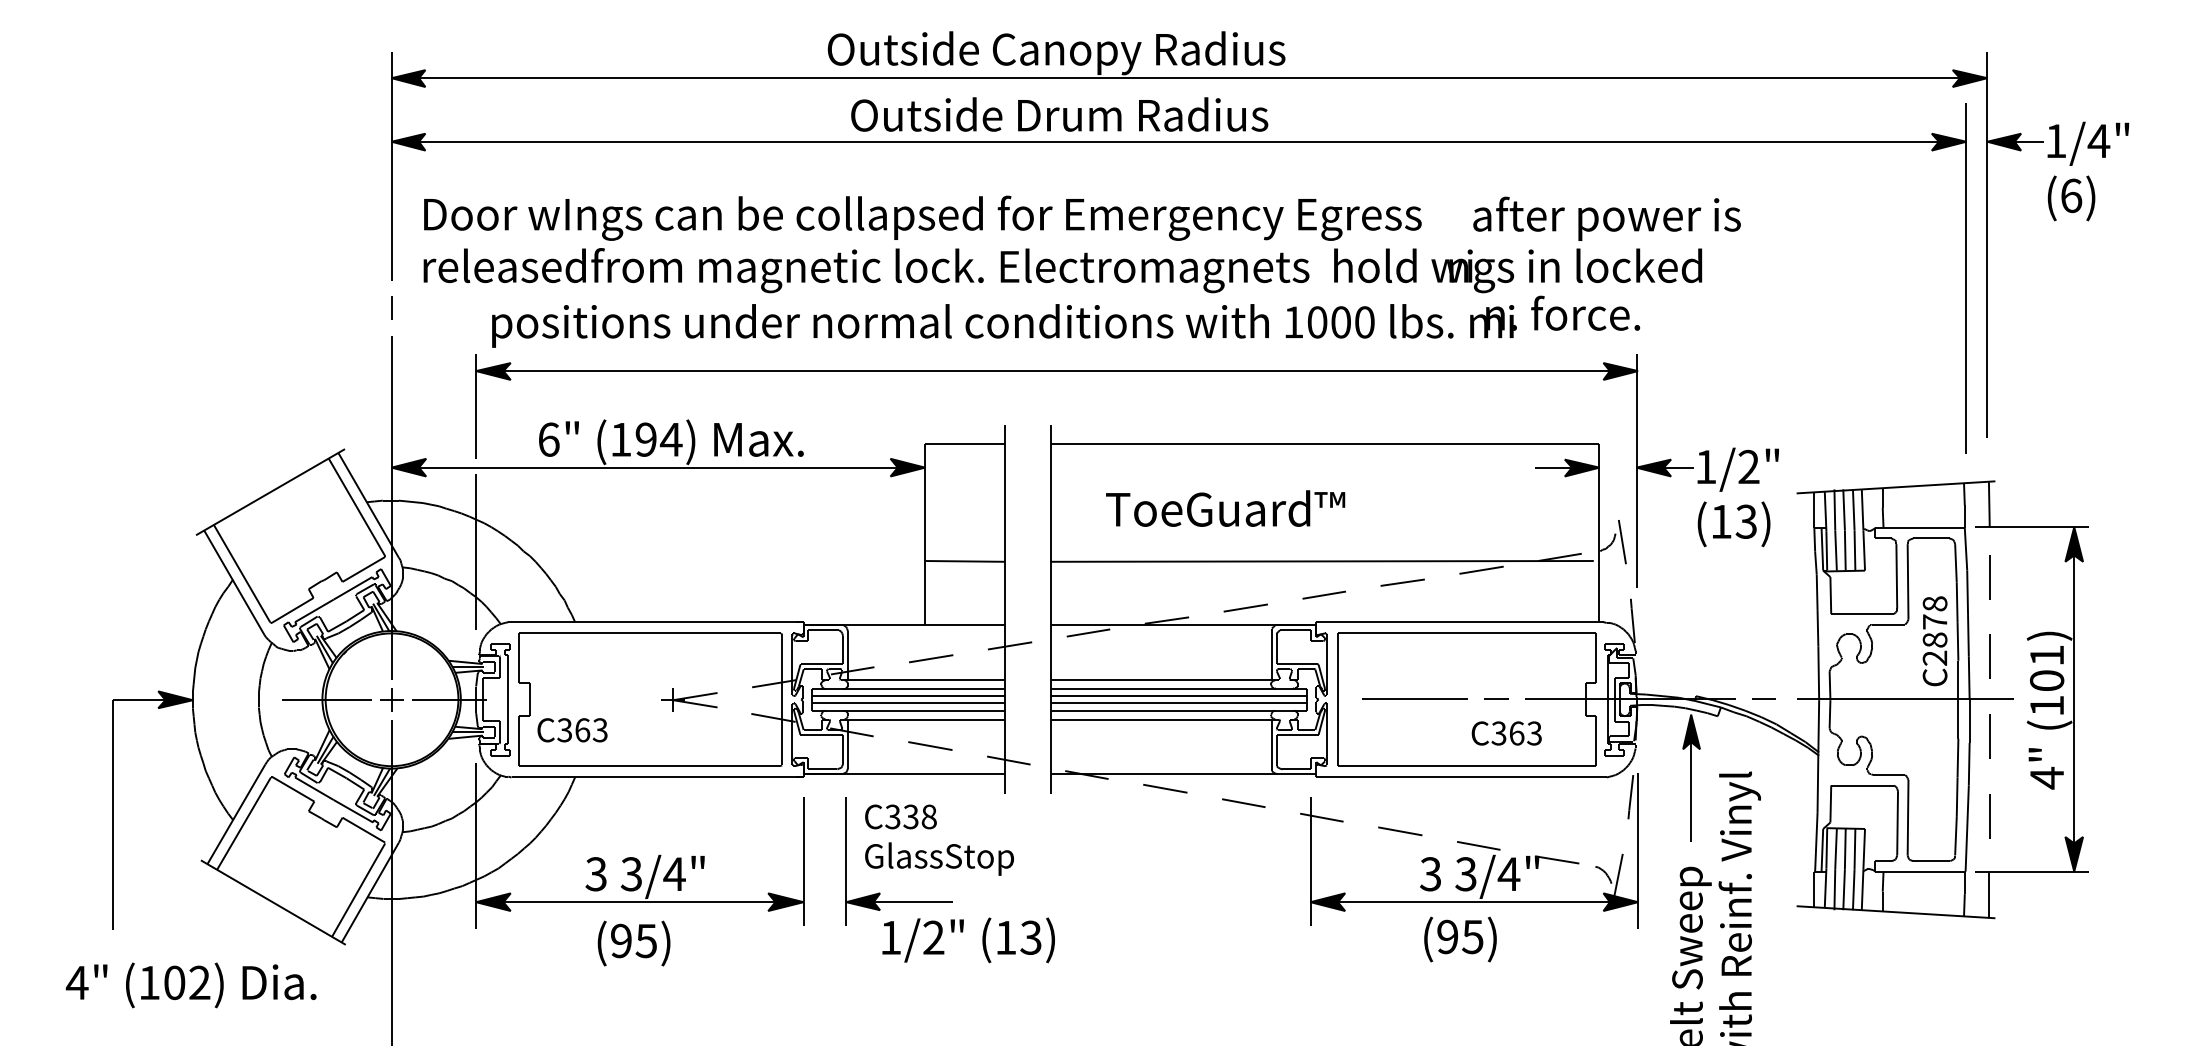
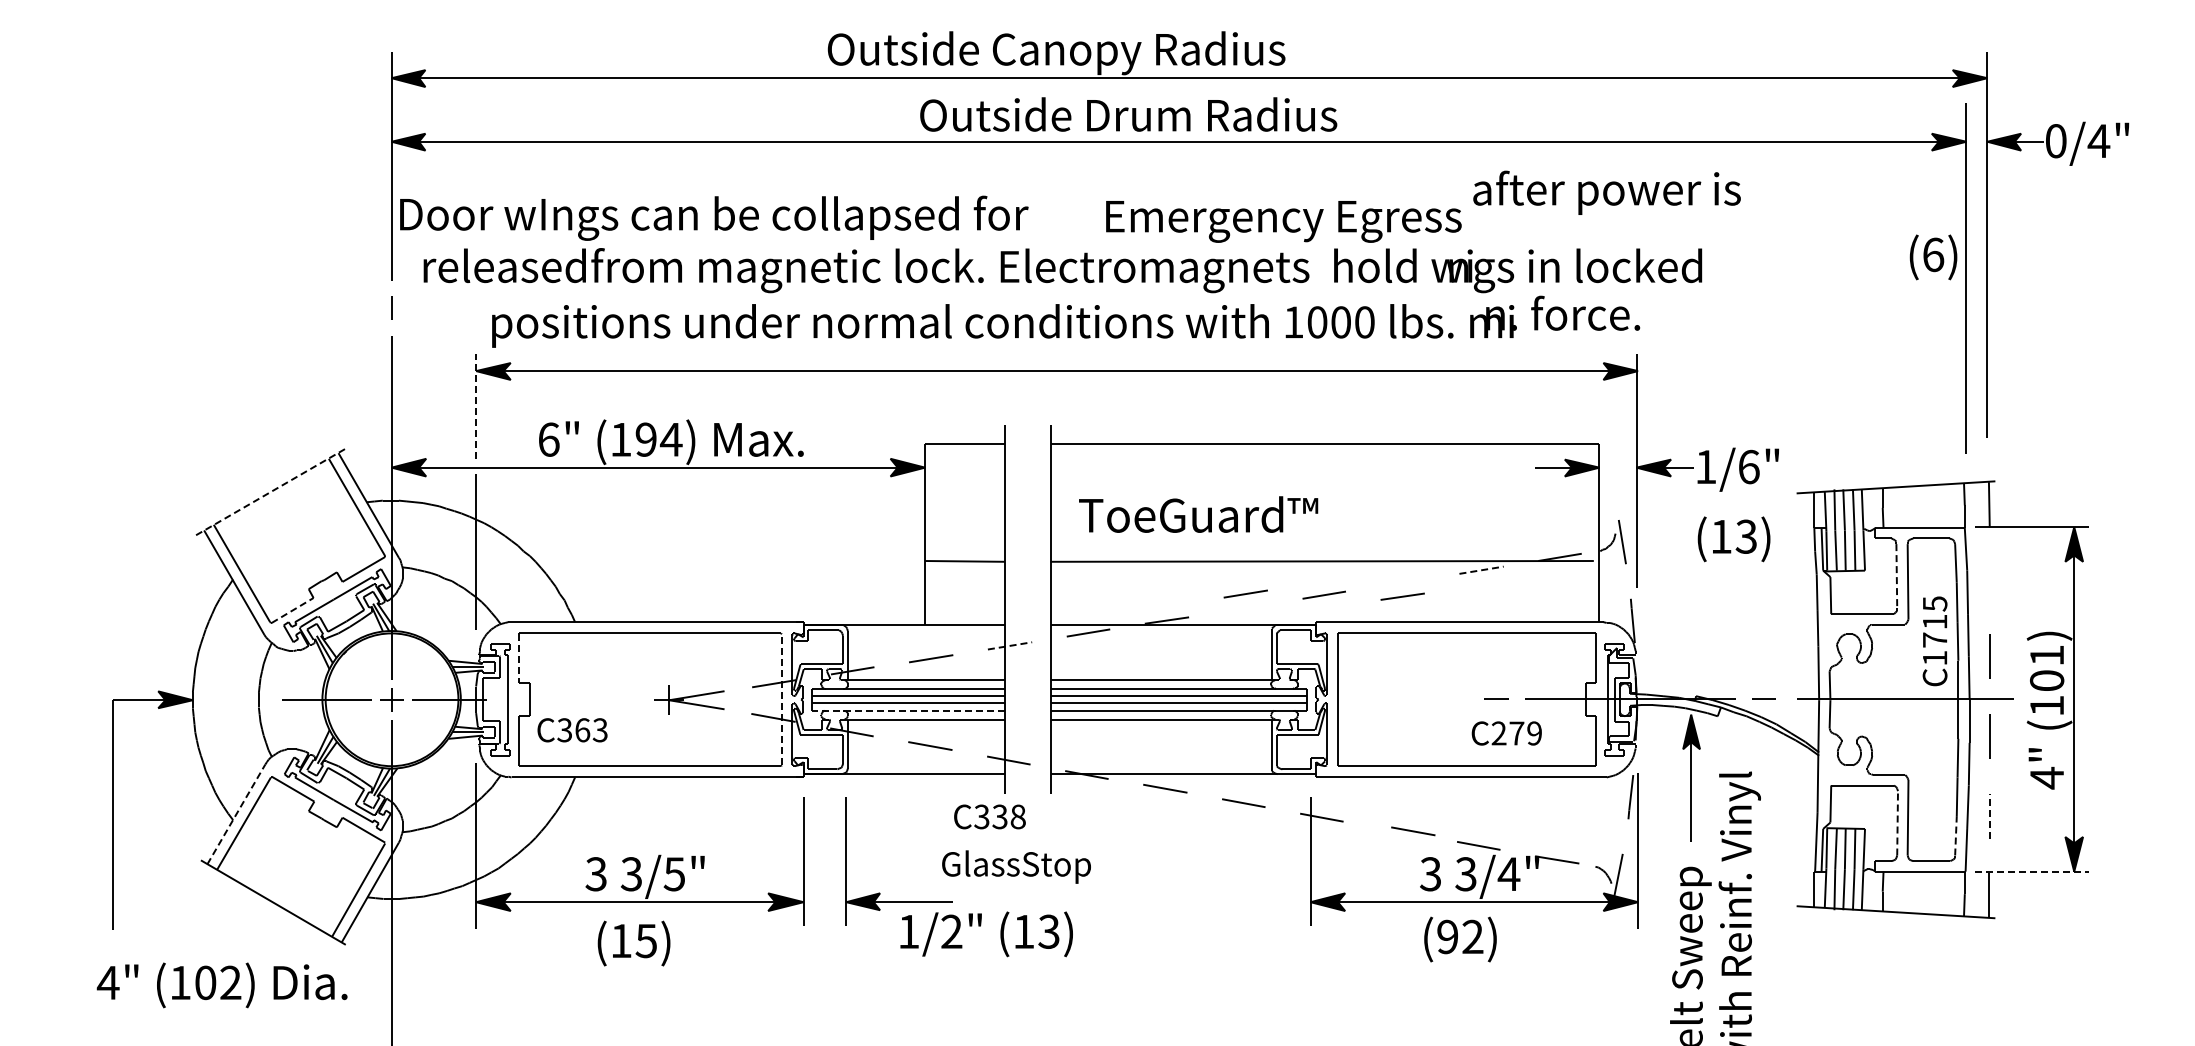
text at (1059, 114) position: (1059, 114) -> (1128, 114)
text at (2056, 141): 1/4" -> 0/4"
text at (2071, 198) position: (2071, 198) -> (1933, 257)
text at (738, 217) position: (738, 217) -> (714, 217)
text at (1606, 218) position: (1606, 218) -> (1606, 192)
text at (1243, 219) position: (1243, 219) -> (1283, 221)
line at (476, 406): solid -> dashed
text at (1748, 466): 1/2" -> 1/6"
line at (270, 492): solid -> dashed
text at (1225, 508) position: (1225, 508) -> (1198, 514)
text at (1733, 524) position: (1733, 524) -> (1733, 539)
line at (1482, 570): solid -> dashed
line at (1896, 576): solid -> dashed
line at (1989, 577): present -> none
line at (1402, 582) position: (1402, 582) -> (1402, 596)
line at (1245, 607) position: (1245, 607) -> (1245, 593)
line at (293, 610): solid -> dashed
text at (1934, 630): C2878 -> C1715
line at (1010, 645): solid -> dashed
line at (518, 658): solid -> dashed
line at (1414, 698): present -> none
part at (689, 699) size: 57x24 px -> 71x30 px
line at (781, 699): solid -> dashed
line at (908, 710): solid -> dashed
text at (1516, 733): C363 -> C279
line at (236, 814): solid -> dashed
text at (900, 816) position: (900, 816) -> (989, 816)
line at (1989, 816): solid -> dashed
line at (1897, 822): solid -> dashed
line at (1400, 831) position: (1400, 831) -> (1413, 831)
line at (1955, 835): solid -> dashed
text at (939, 858) position: (939, 858) -> (1016, 866)
line at (2031, 871): solid -> dashed
text at (674, 874): 3/4" -> 3/5"
text at (1472, 936): (95) -> (92)
text at (621, 940): (95) -> (15)
text at (968, 940) position: (968, 940) -> (986, 934)
text at (190, 985) position: (190, 985) -> (221, 985)
